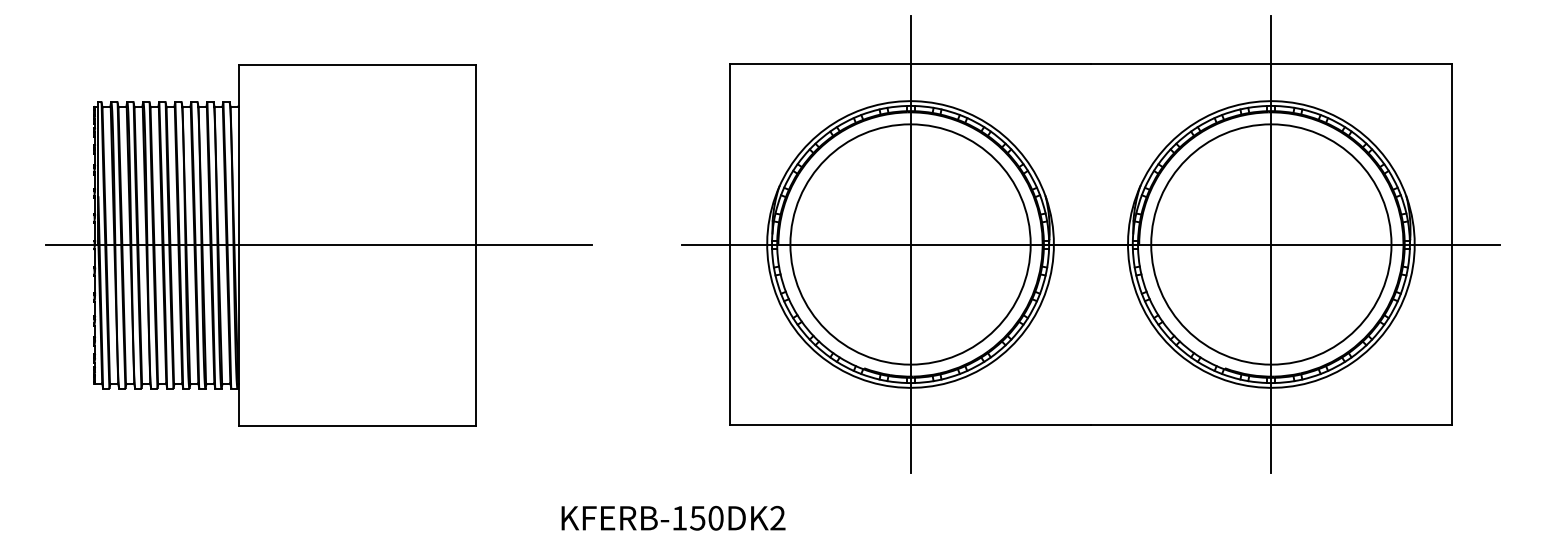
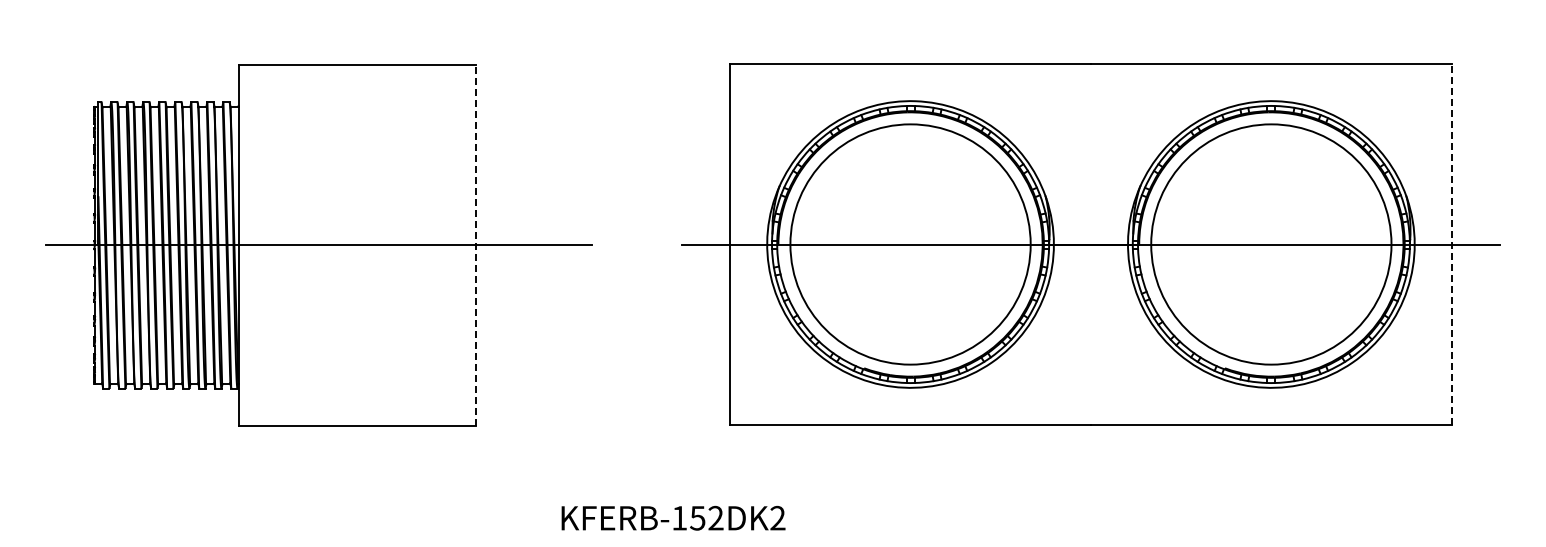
line at (475, 244): solid -> dashed
line at (910, 244): present -> none
line at (1271, 244): present -> none
line at (1451, 244): solid -> dashed
text at (715, 518): KFERB-150DK2 -> KFERB-152DK2
